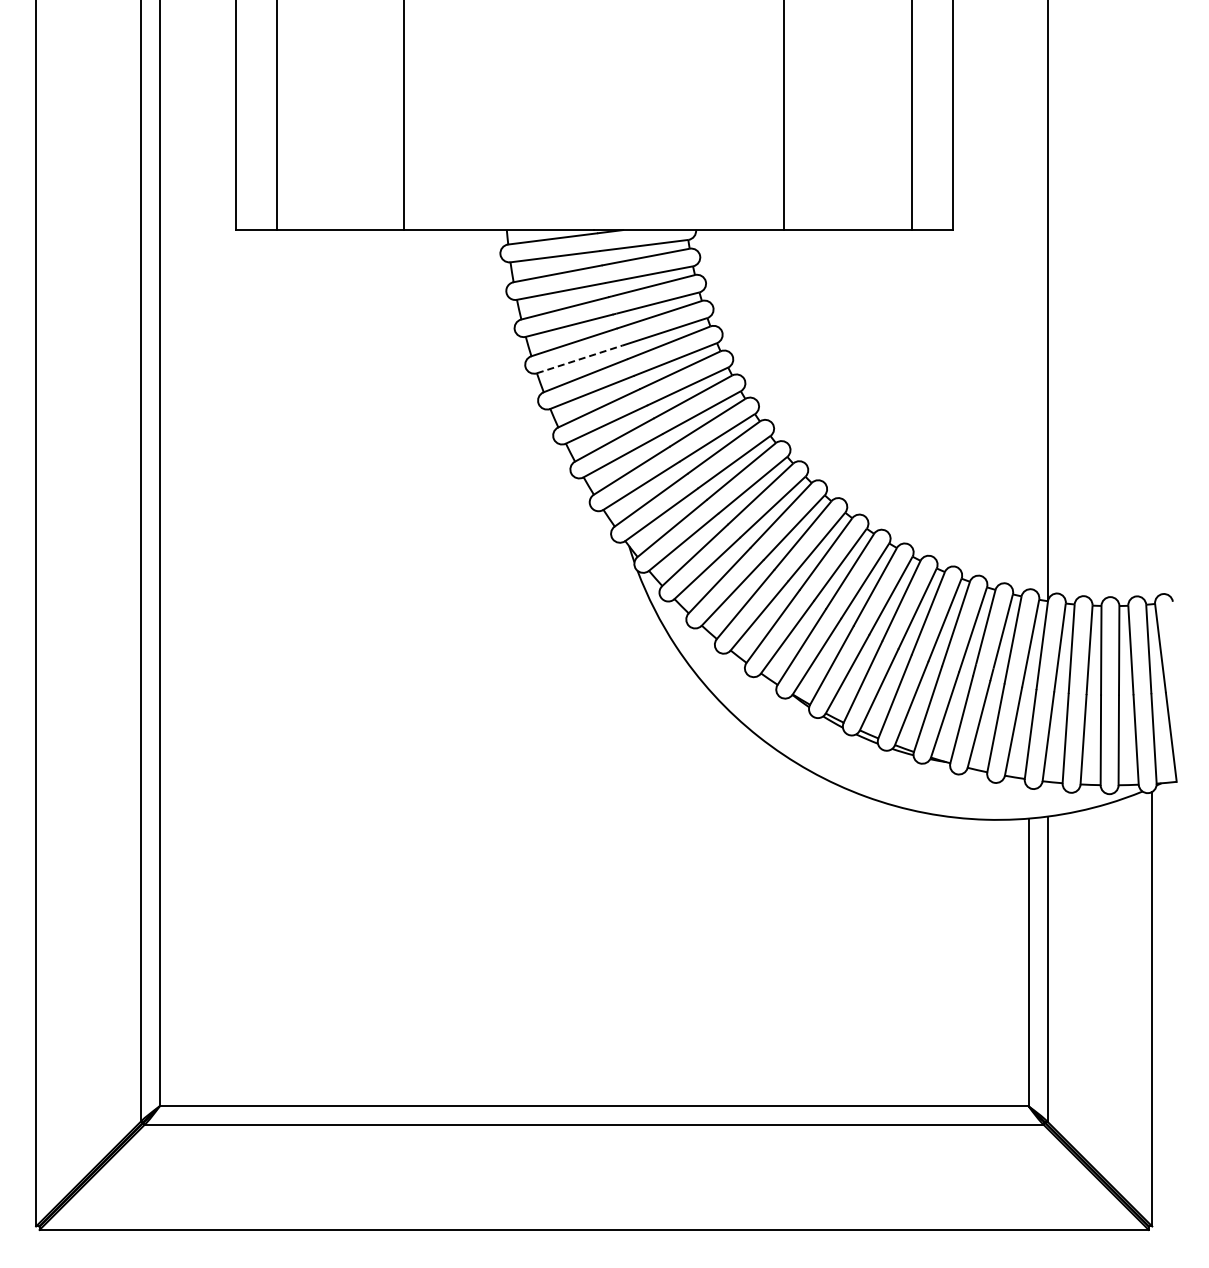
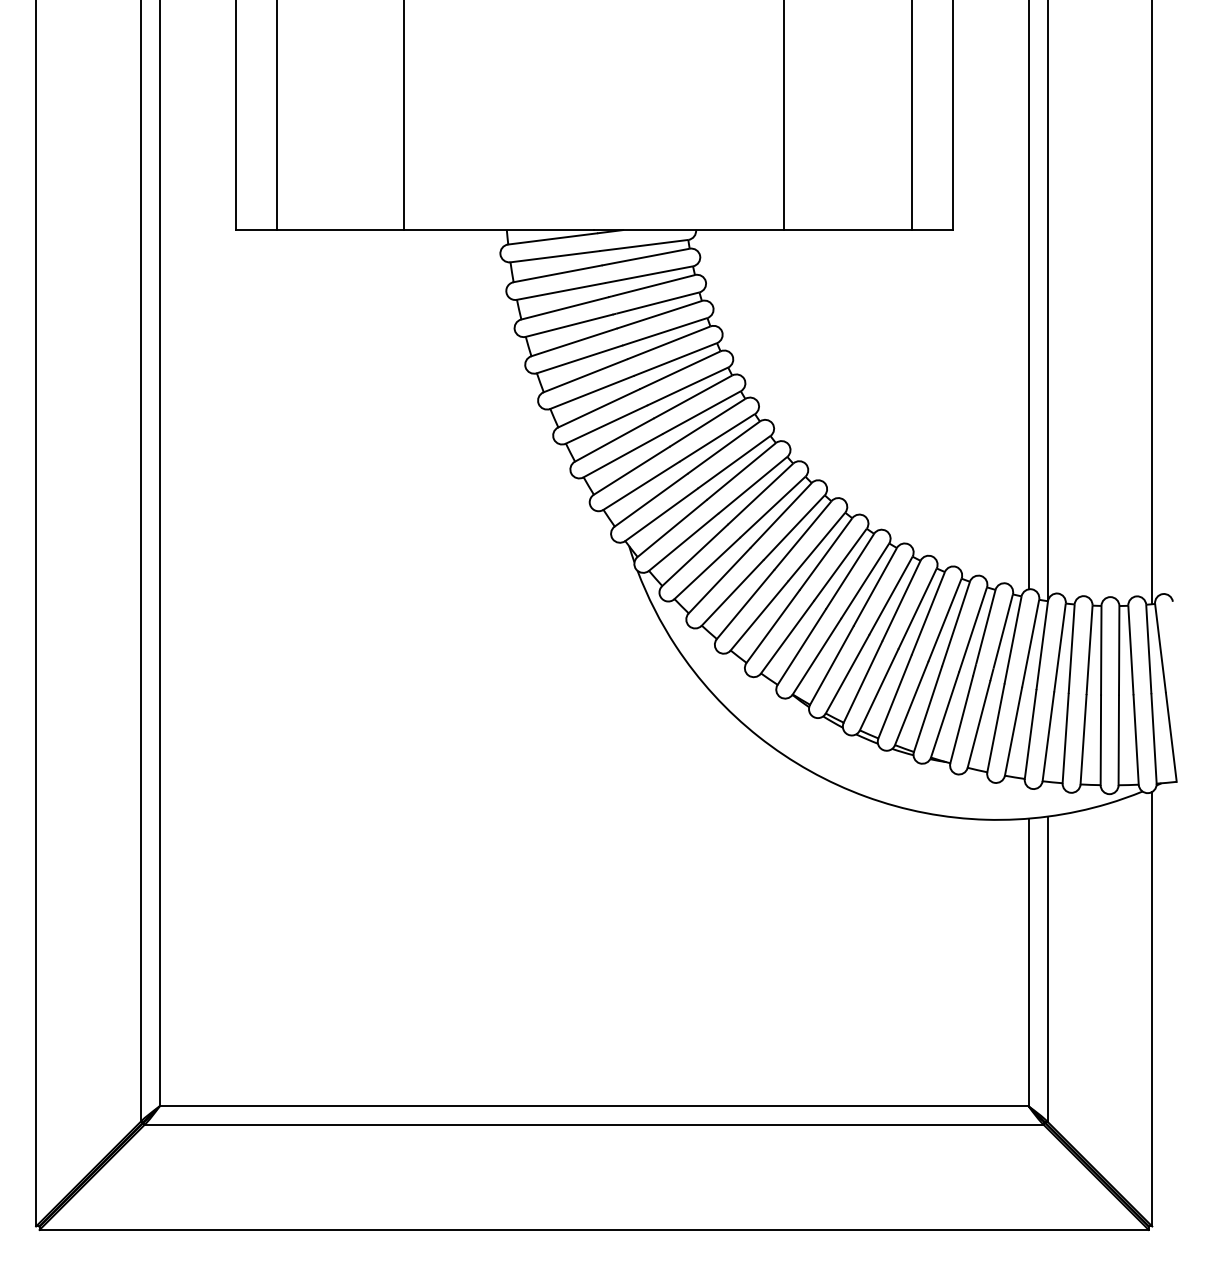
line at (1028, 295): none -> present
line at (1152, 303): none -> present
line at (579, 359): dashed -> solid
